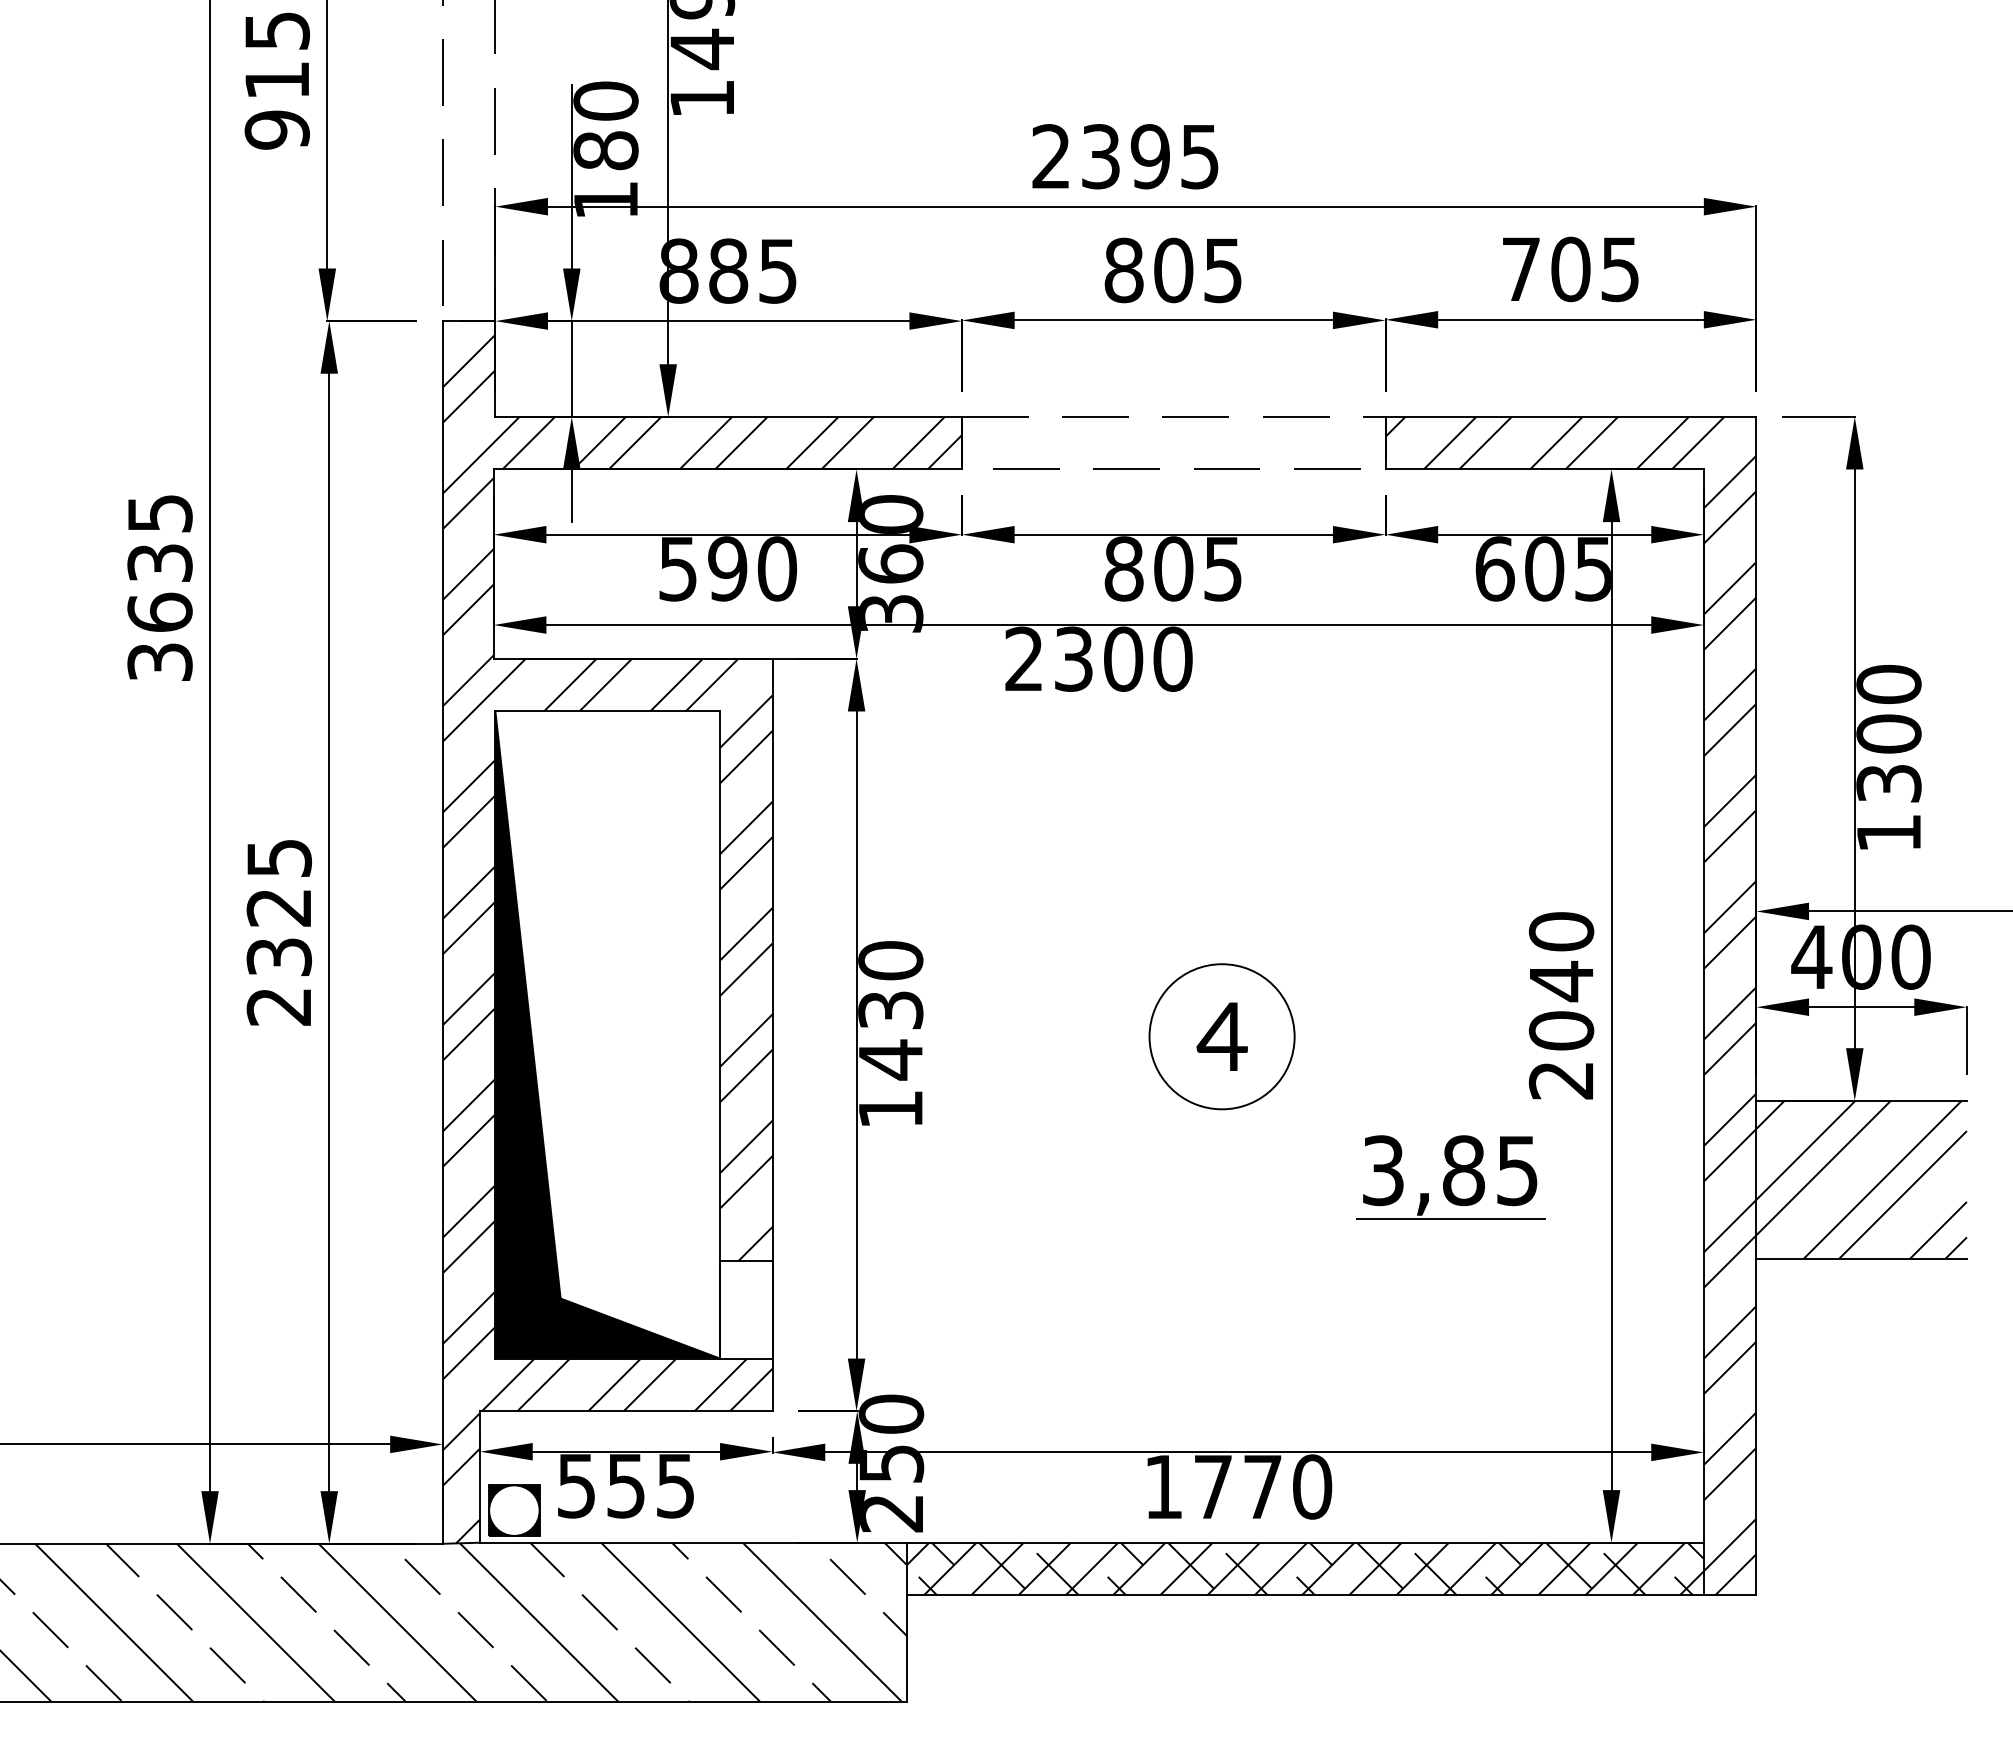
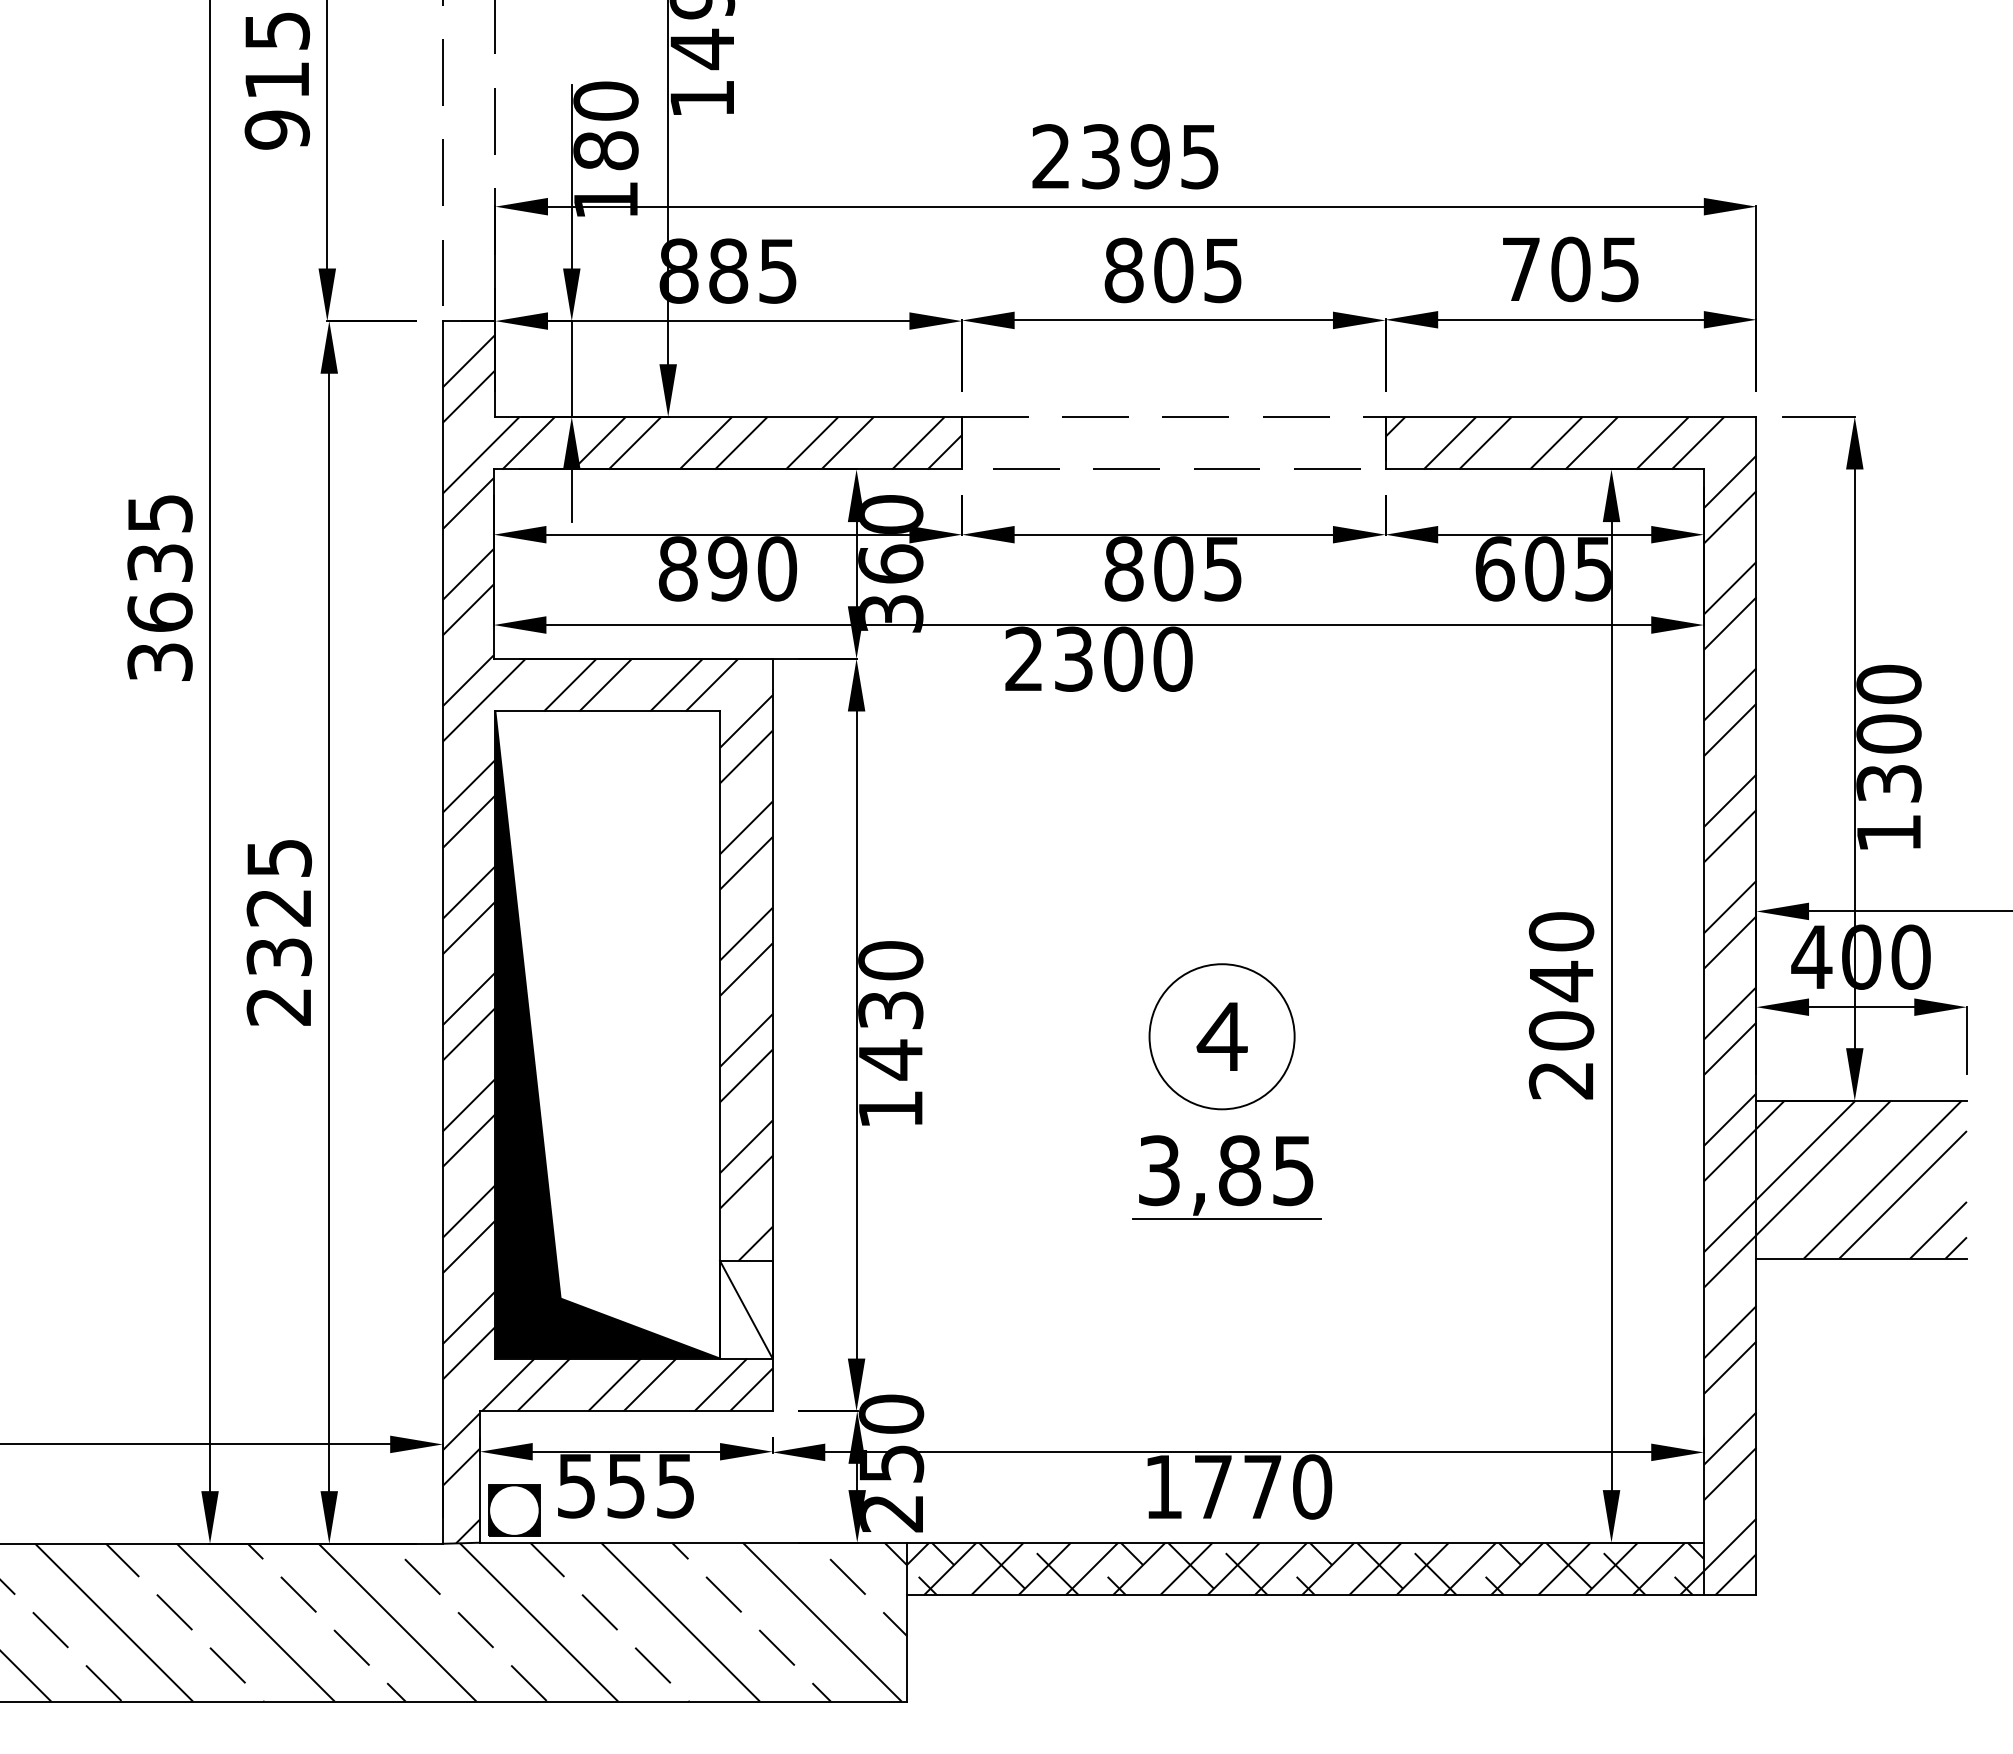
text at (677, 568): 590 -> 890
part at (1450, 1177) position: (1450, 1177) -> (1226, 1177)
line at (746, 1309): none -> present
